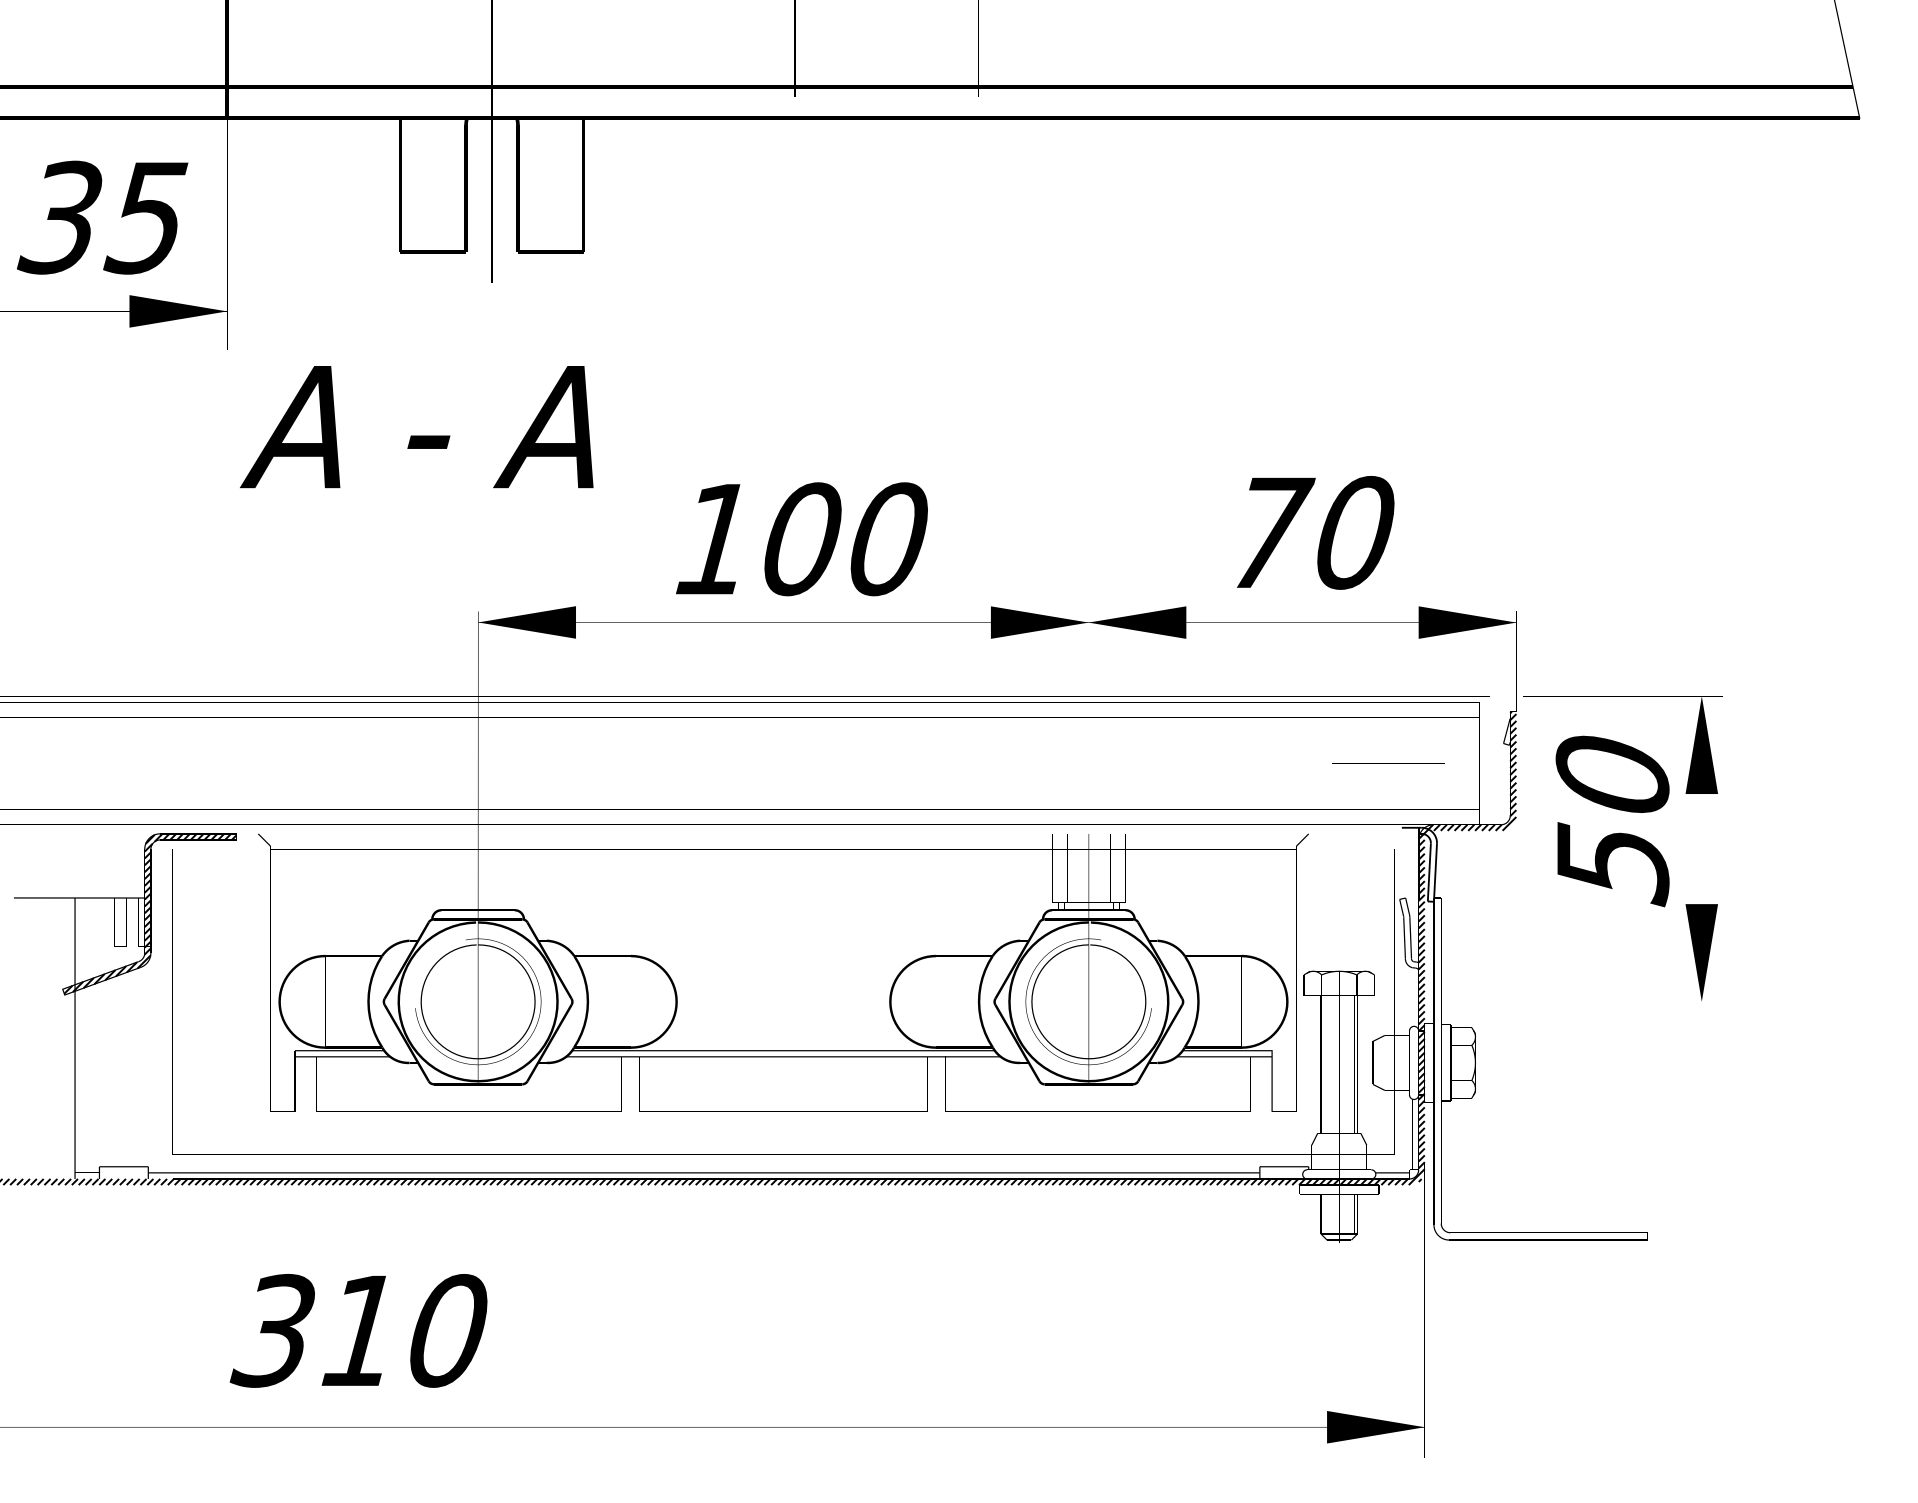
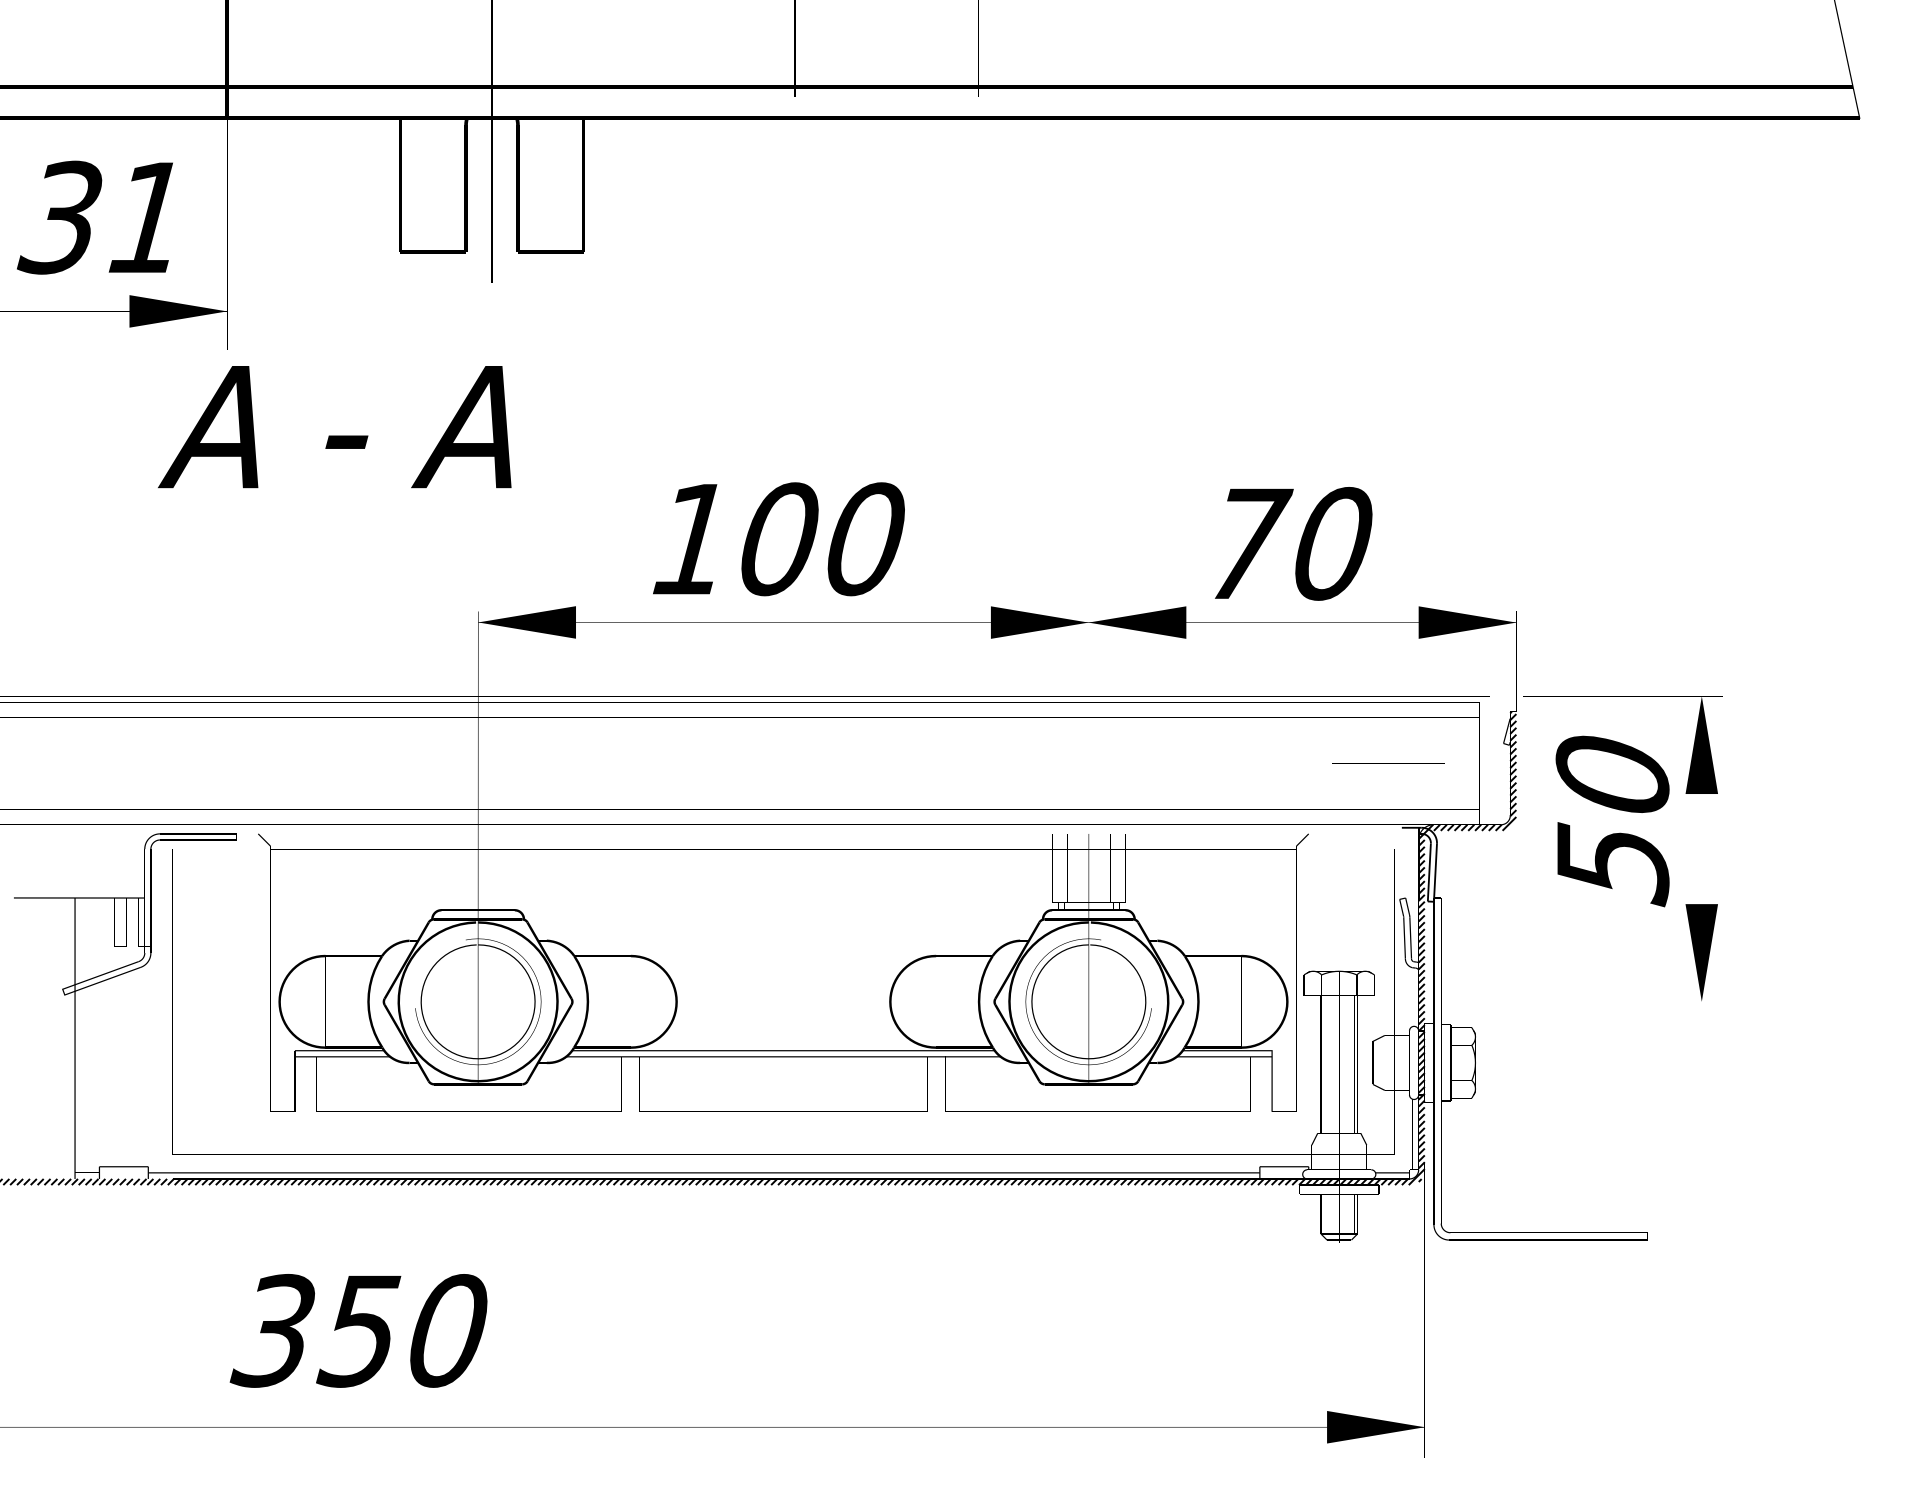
text at (145, 218): 35 -> 31
text at (416, 427) position: (416, 427) -> (334, 427)
text at (1315, 532) position: (1315, 532) -> (1293, 543)
text at (801, 539) position: (801, 539) -> (778, 539)
hatch at (150, 913): present -> none
text at (358, 1331): 310 -> 350
